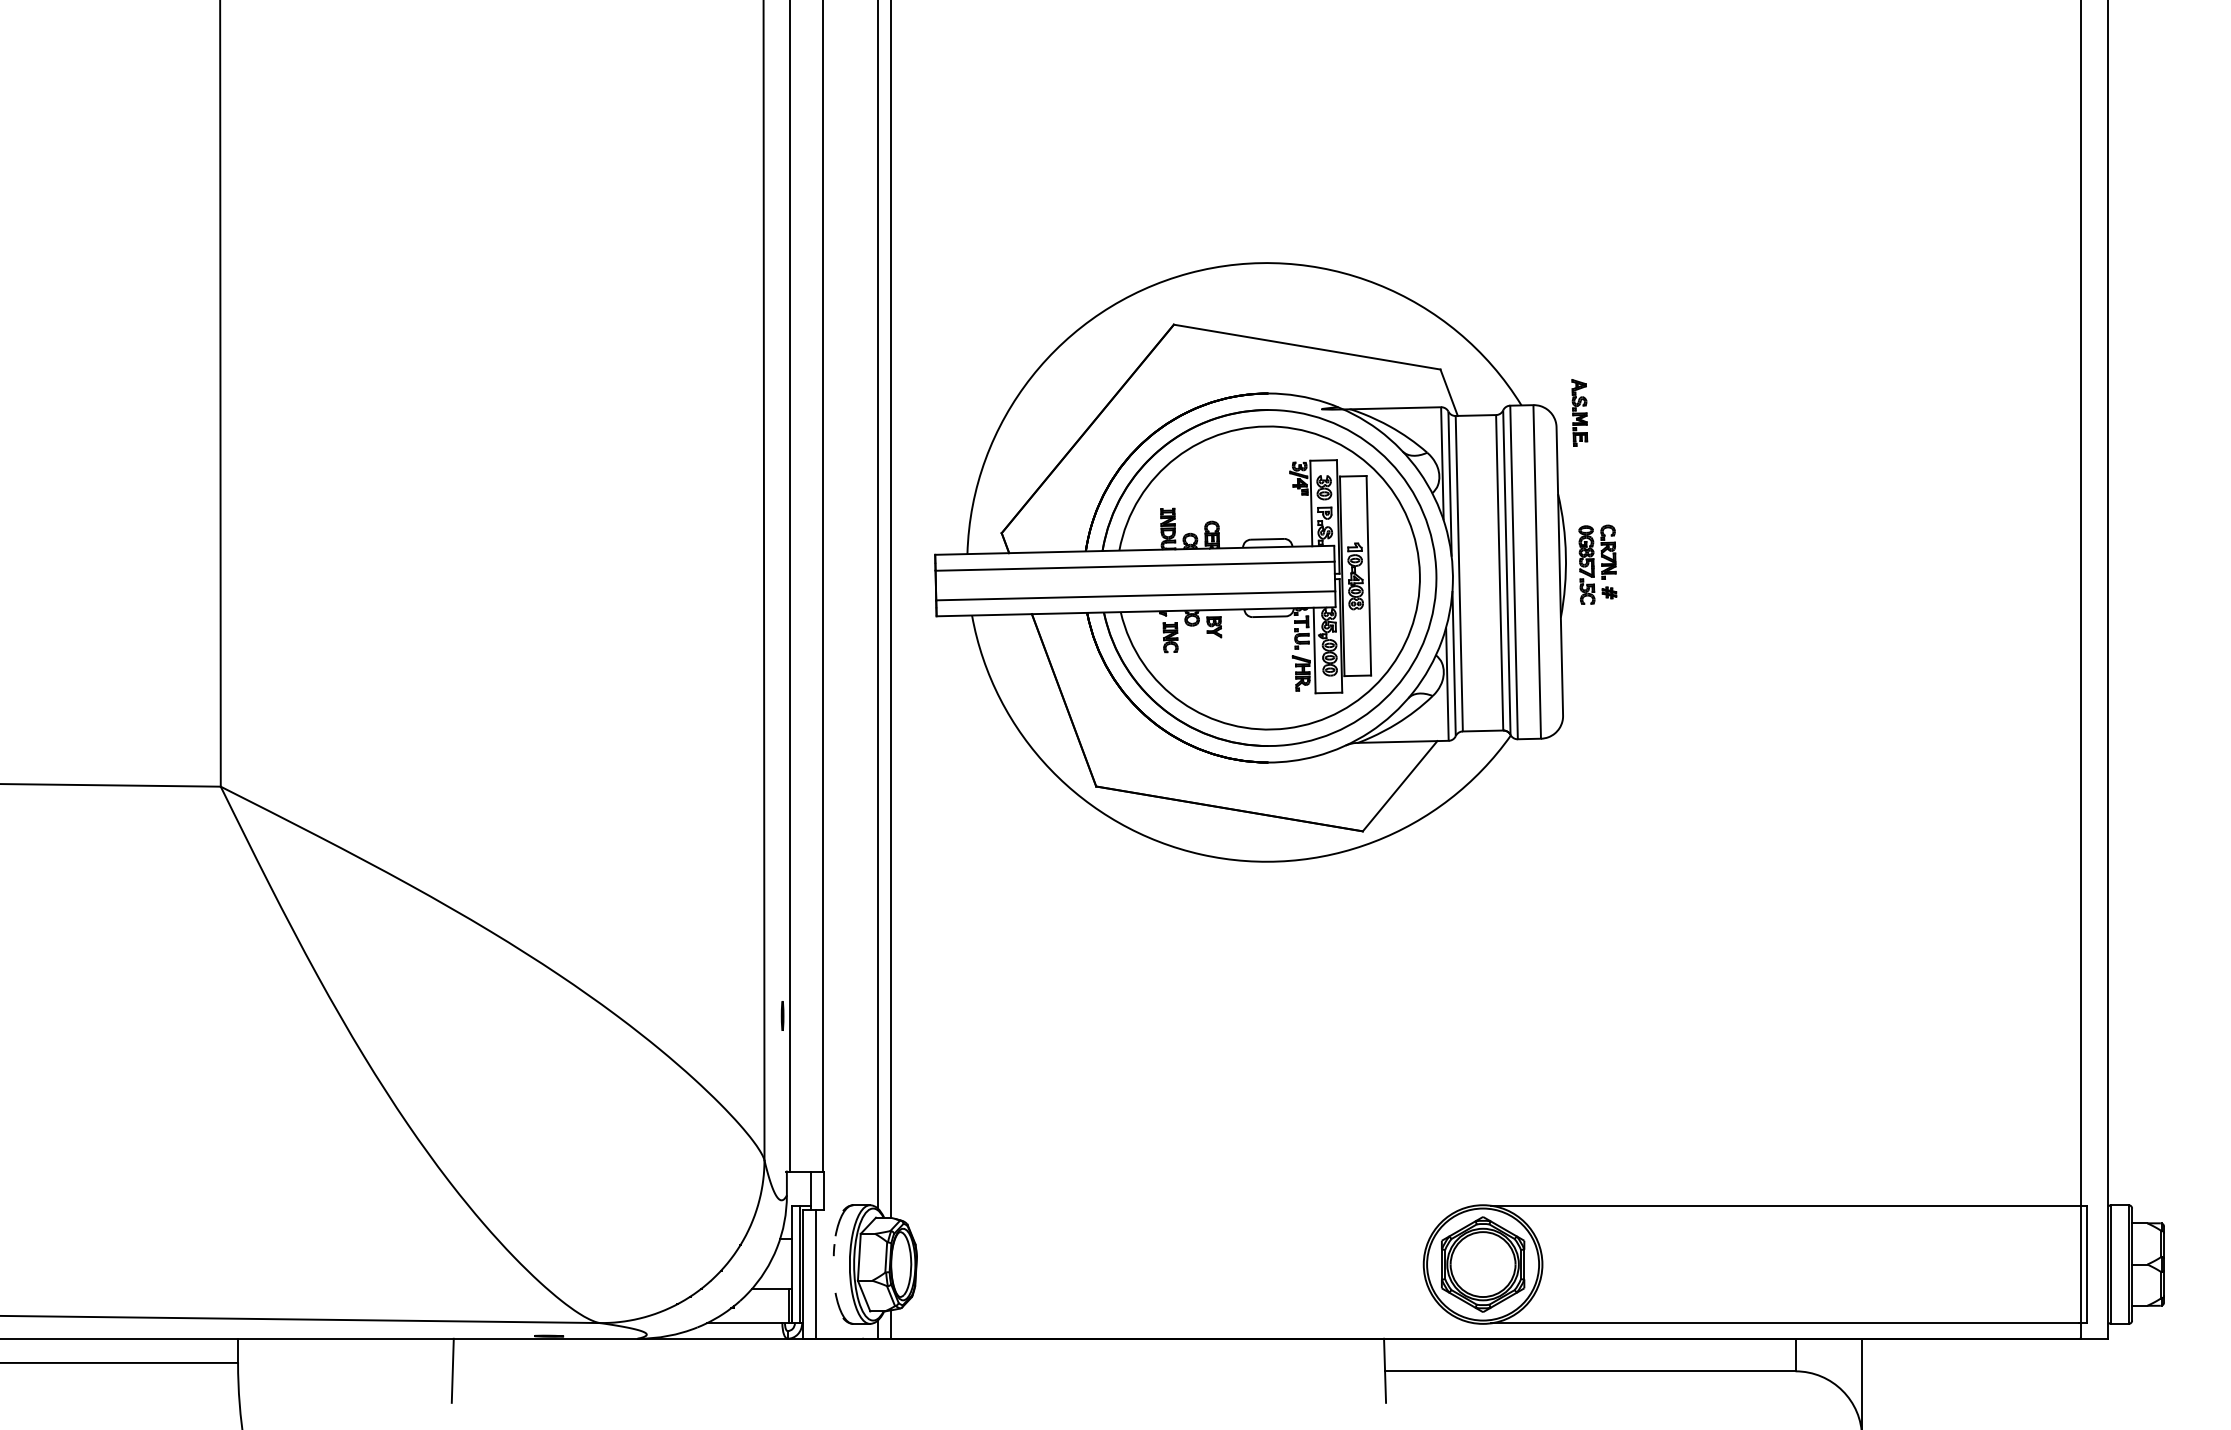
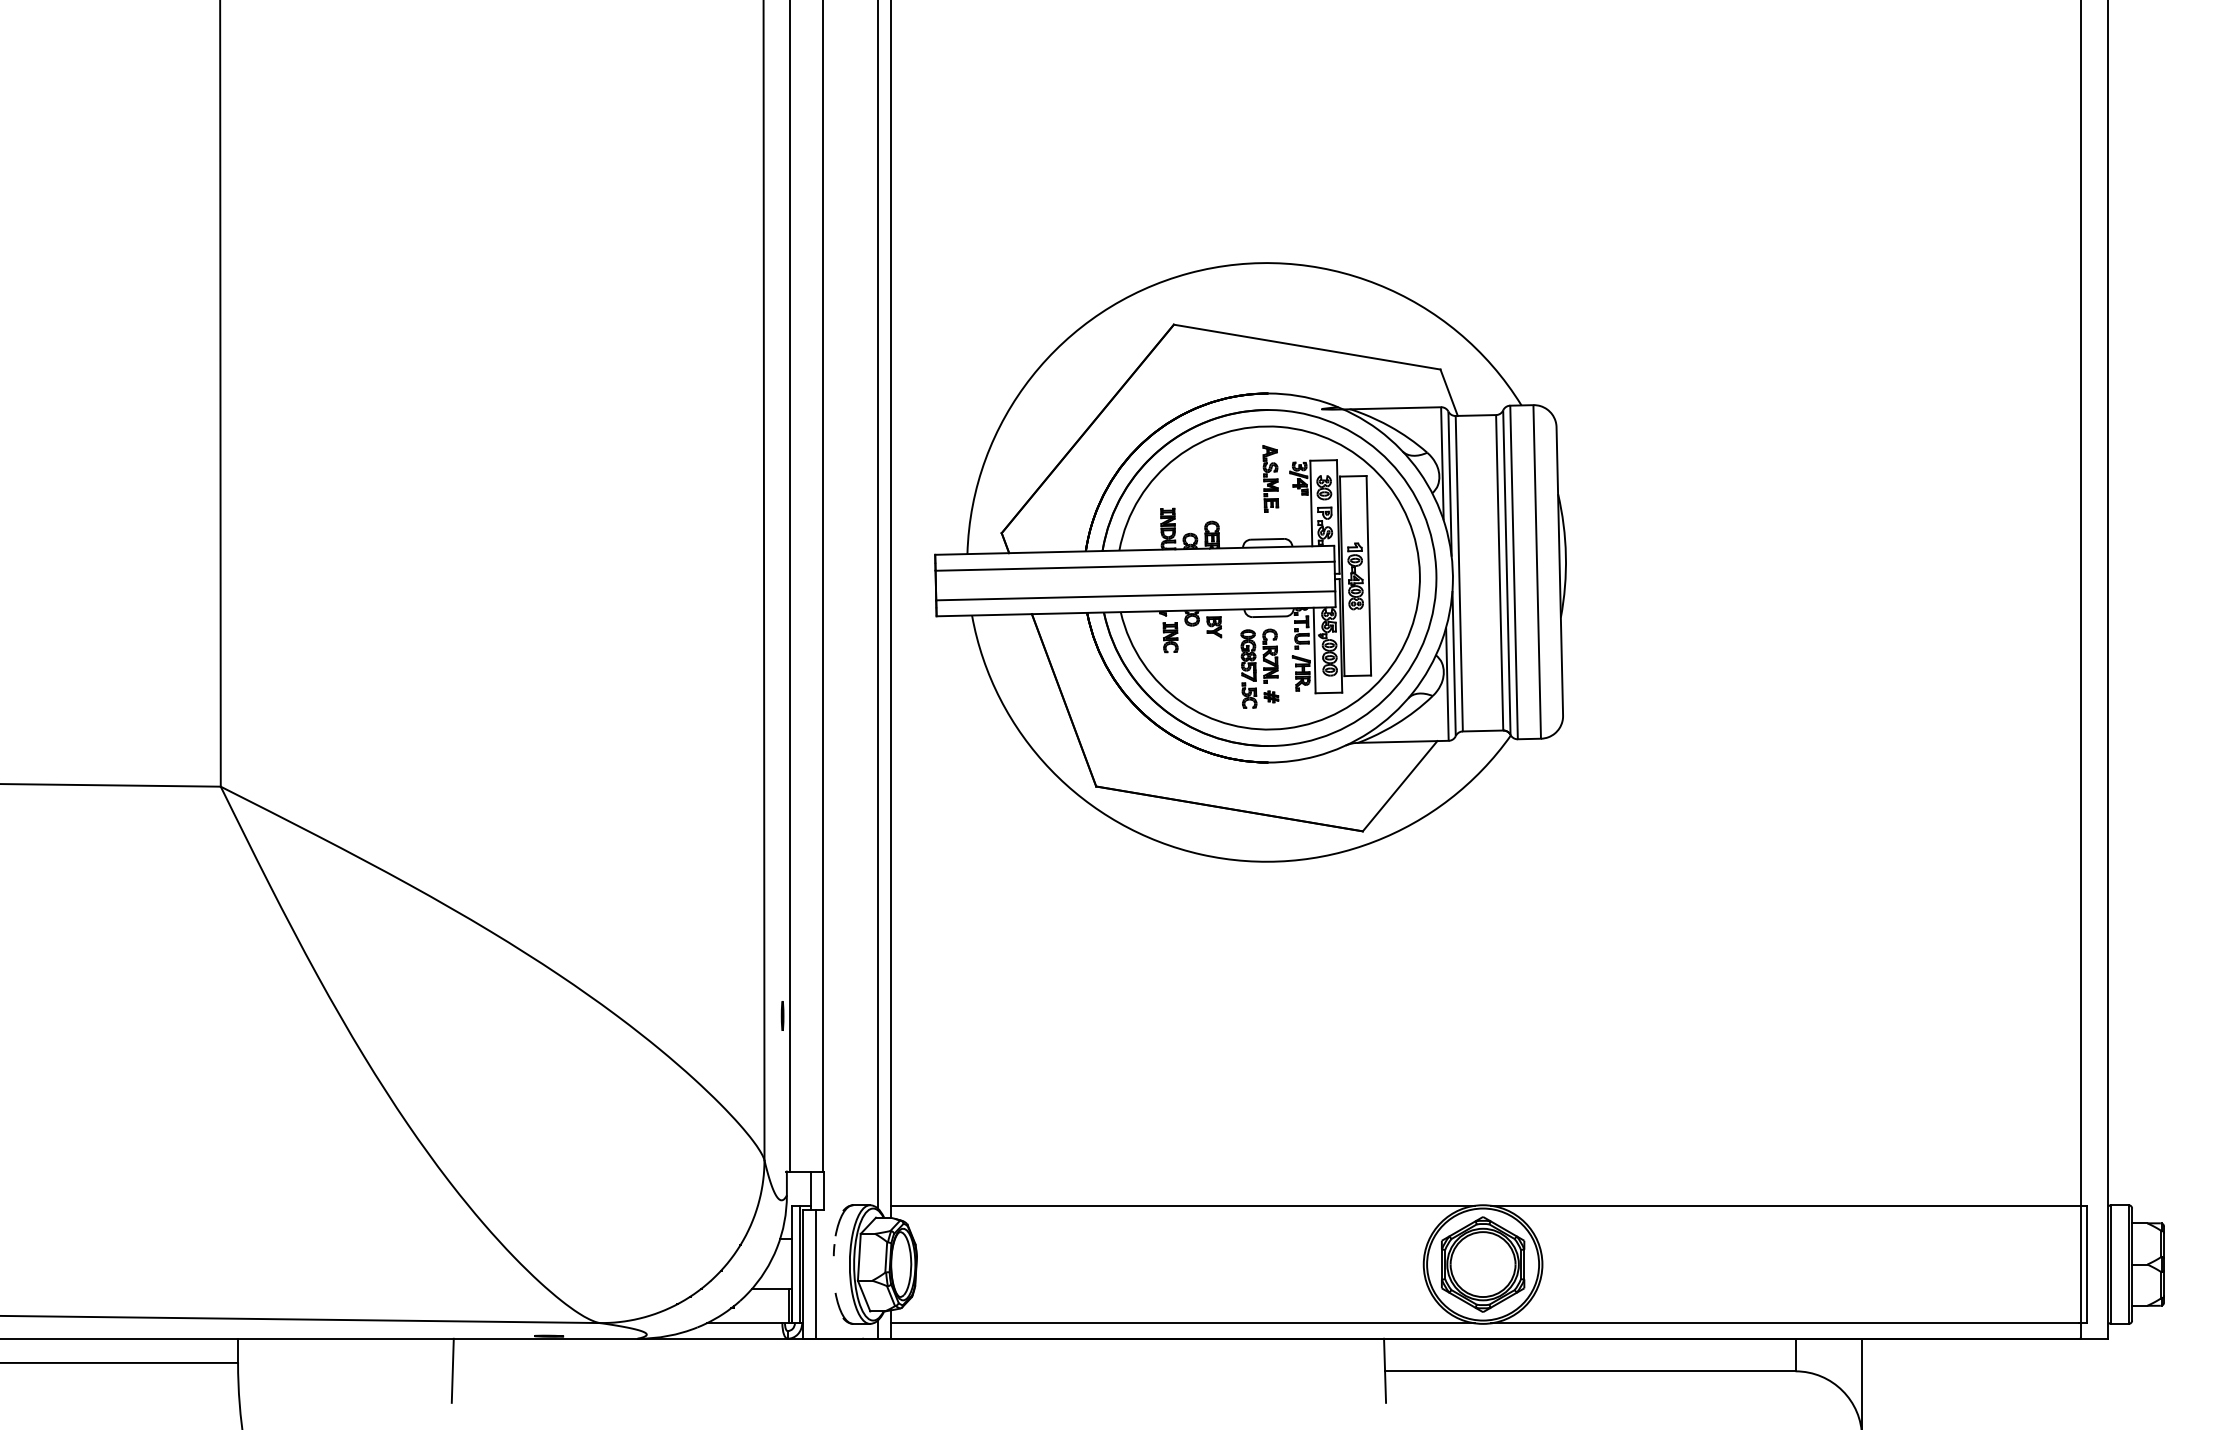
part at (1579, 412) position: (1579, 412) -> (1270, 478)
part at (1597, 564) position: (1597, 564) -> (1259, 668)
line at (1182, 1205): none -> present
line at (1182, 1323): none -> present
